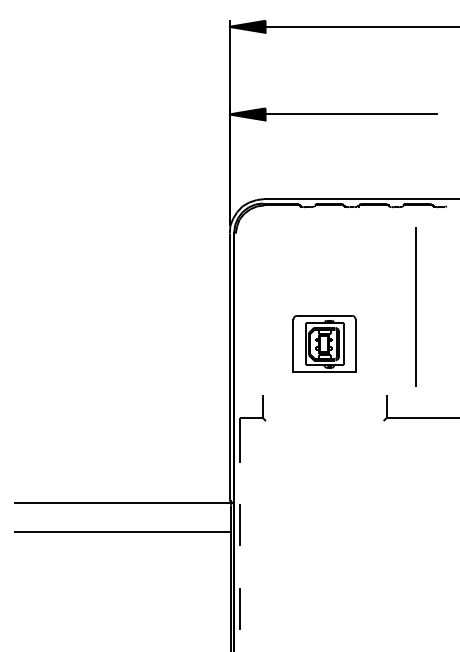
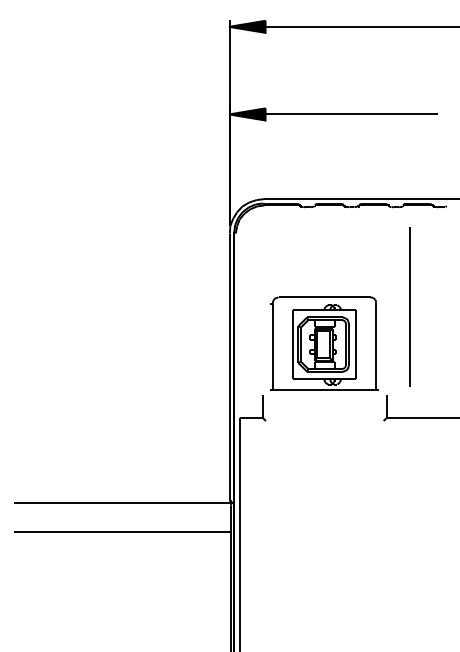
line at (415, 306) position: (415, 306) -> (409, 306)
part at (324, 343) size: 65x58 px -> 109x95 px
line at (239, 536): dashed -> solid
